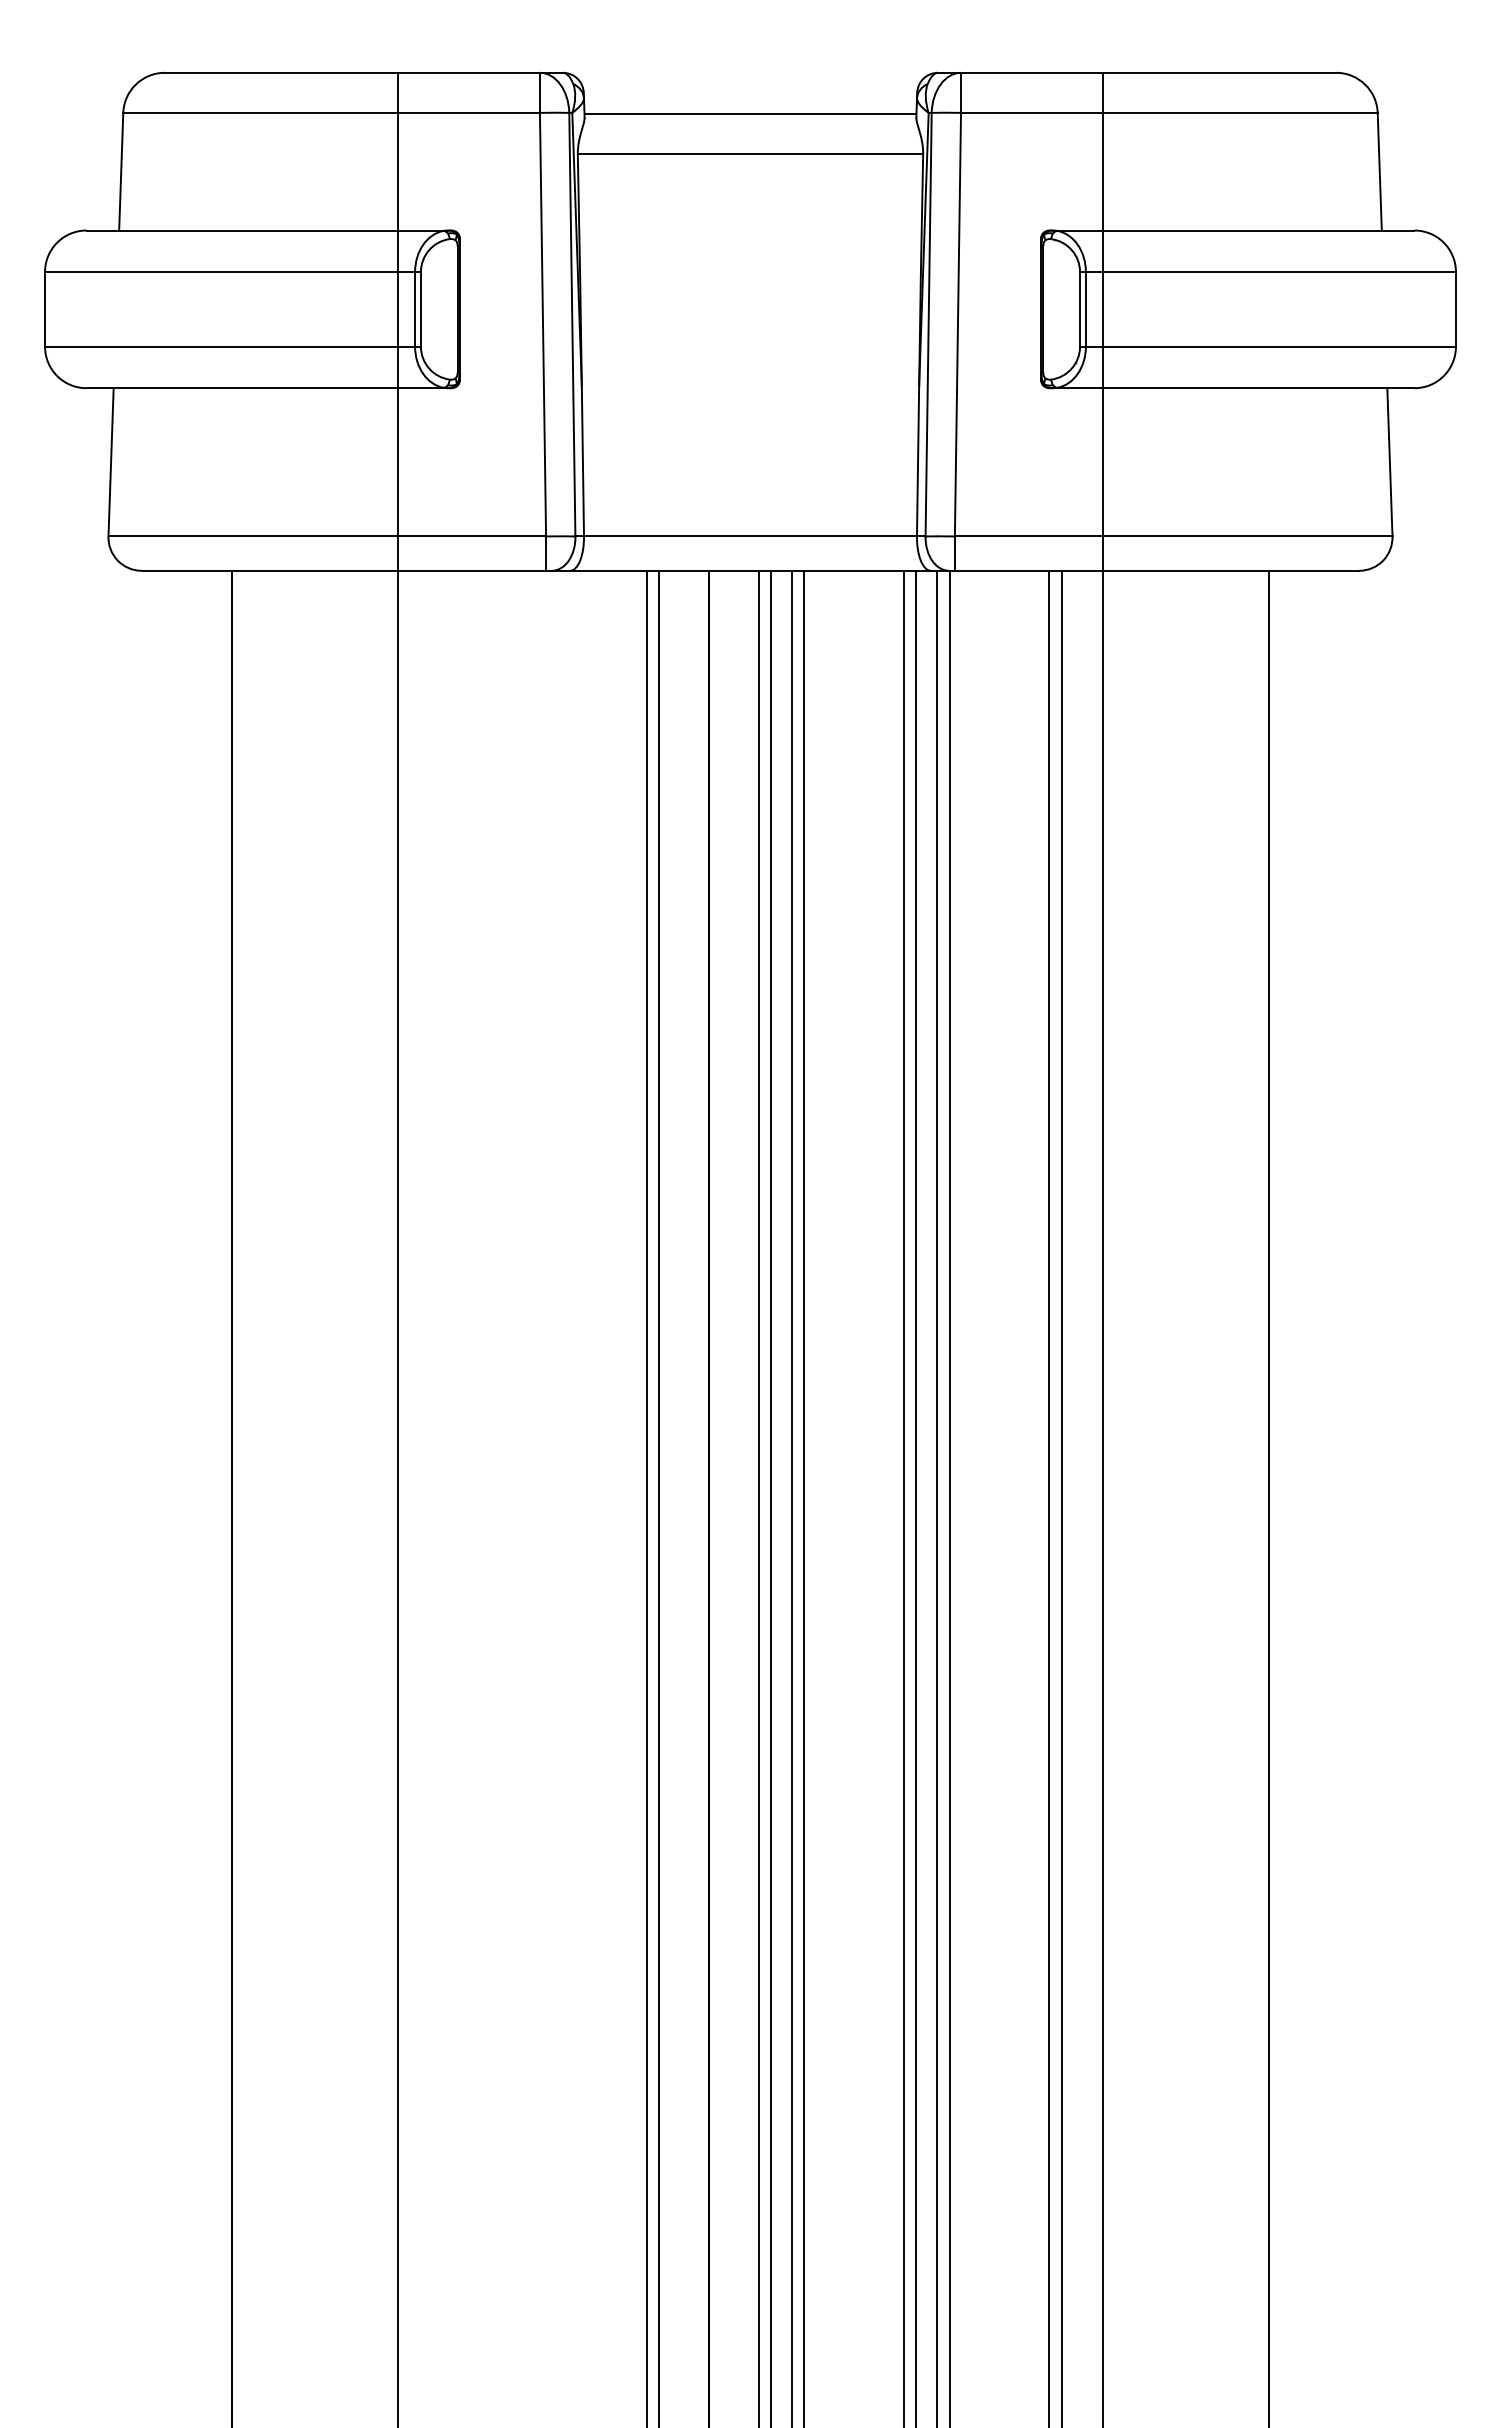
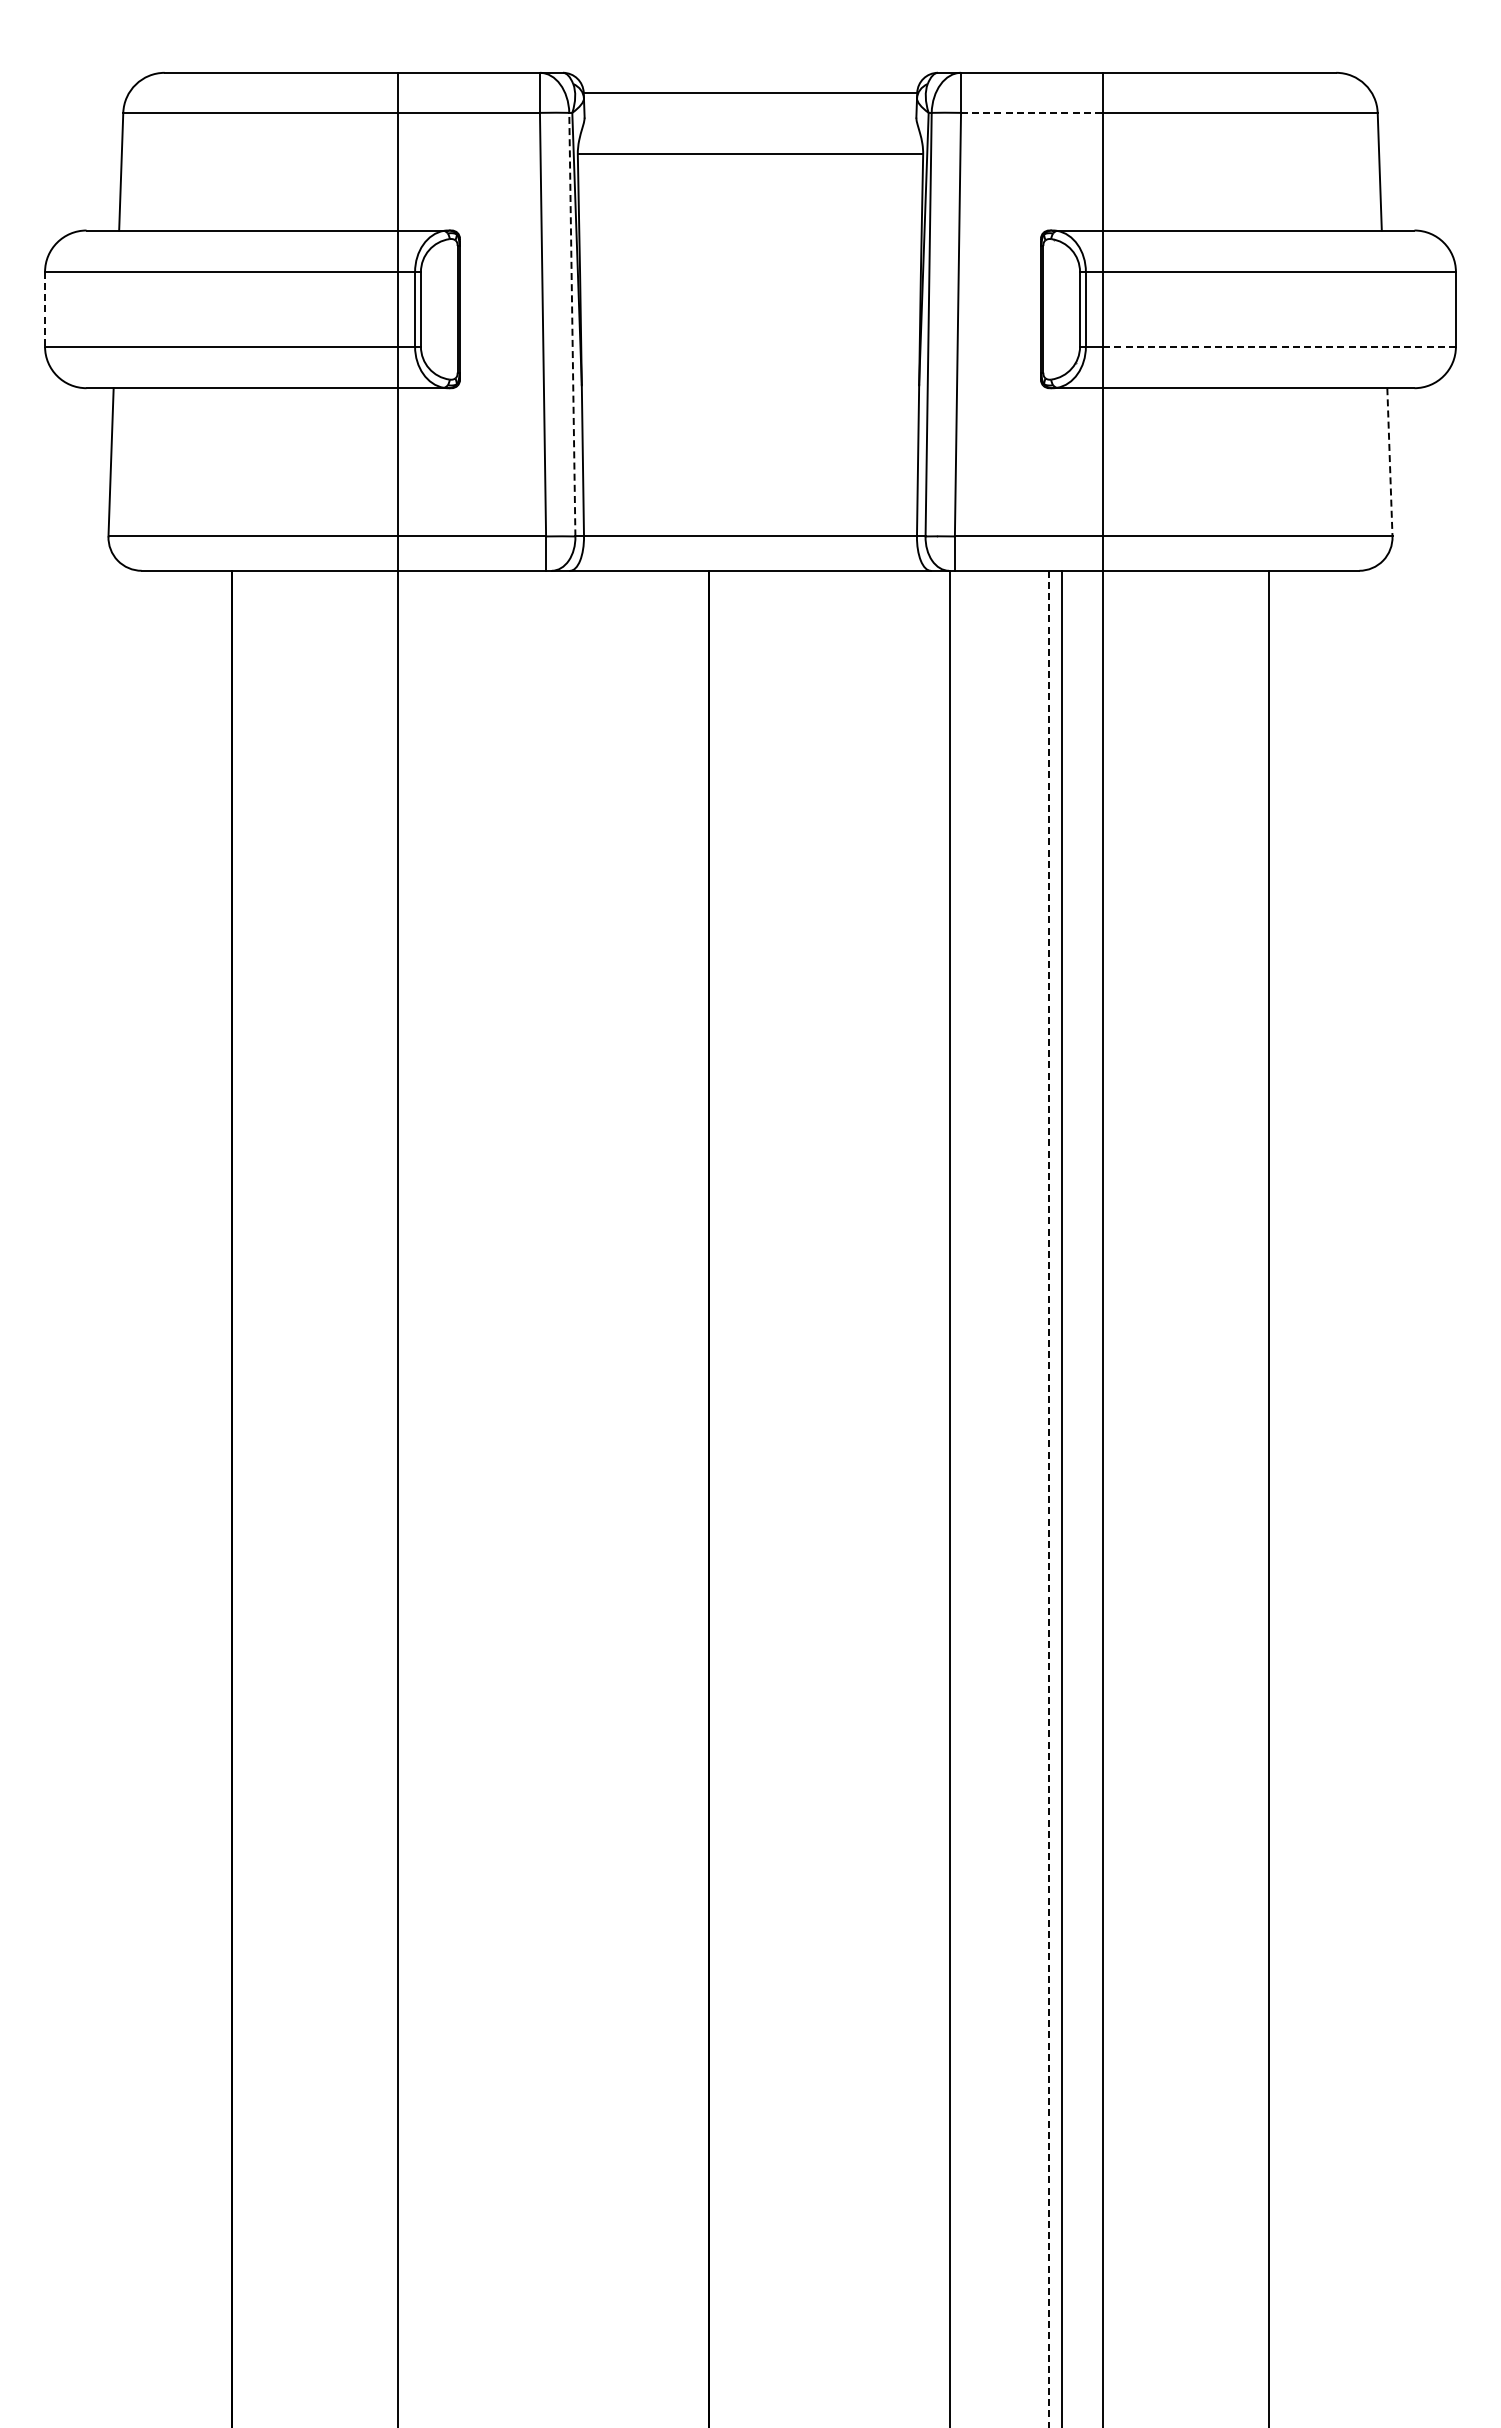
line at (1032, 112): solid -> dashed
line at (750, 114) position: (750, 114) -> (750, 93)
line at (45, 309): solid -> dashed
line at (572, 324): solid -> dashed
line at (1280, 346): solid -> dashed
line at (1389, 462): solid -> dashed
line at (646, 1497): present -> none
line at (659, 1497): present -> none
line at (758, 1497): present -> none
line at (771, 1497): present -> none
line at (792, 1497): present -> none
line at (804, 1497): present -> none
line at (904, 1497): present -> none
line at (916, 1497): present -> none
line at (937, 1497): present -> none
line at (1049, 1499): solid -> dashed
